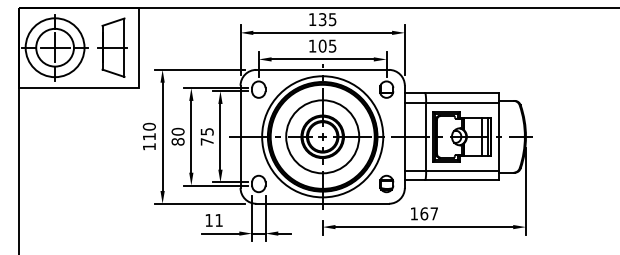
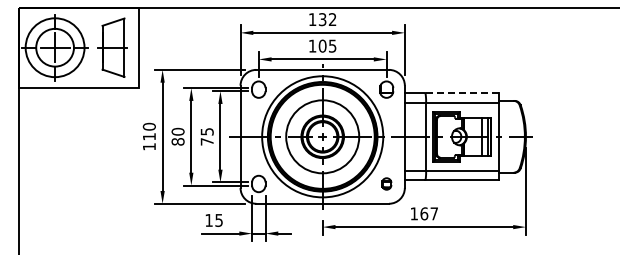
text at (332, 19): 135 -> 132
line at (462, 93): solid -> dashed
part at (386, 183) size: 16x20 px -> 12x14 px
text at (218, 220): 11 -> 15
